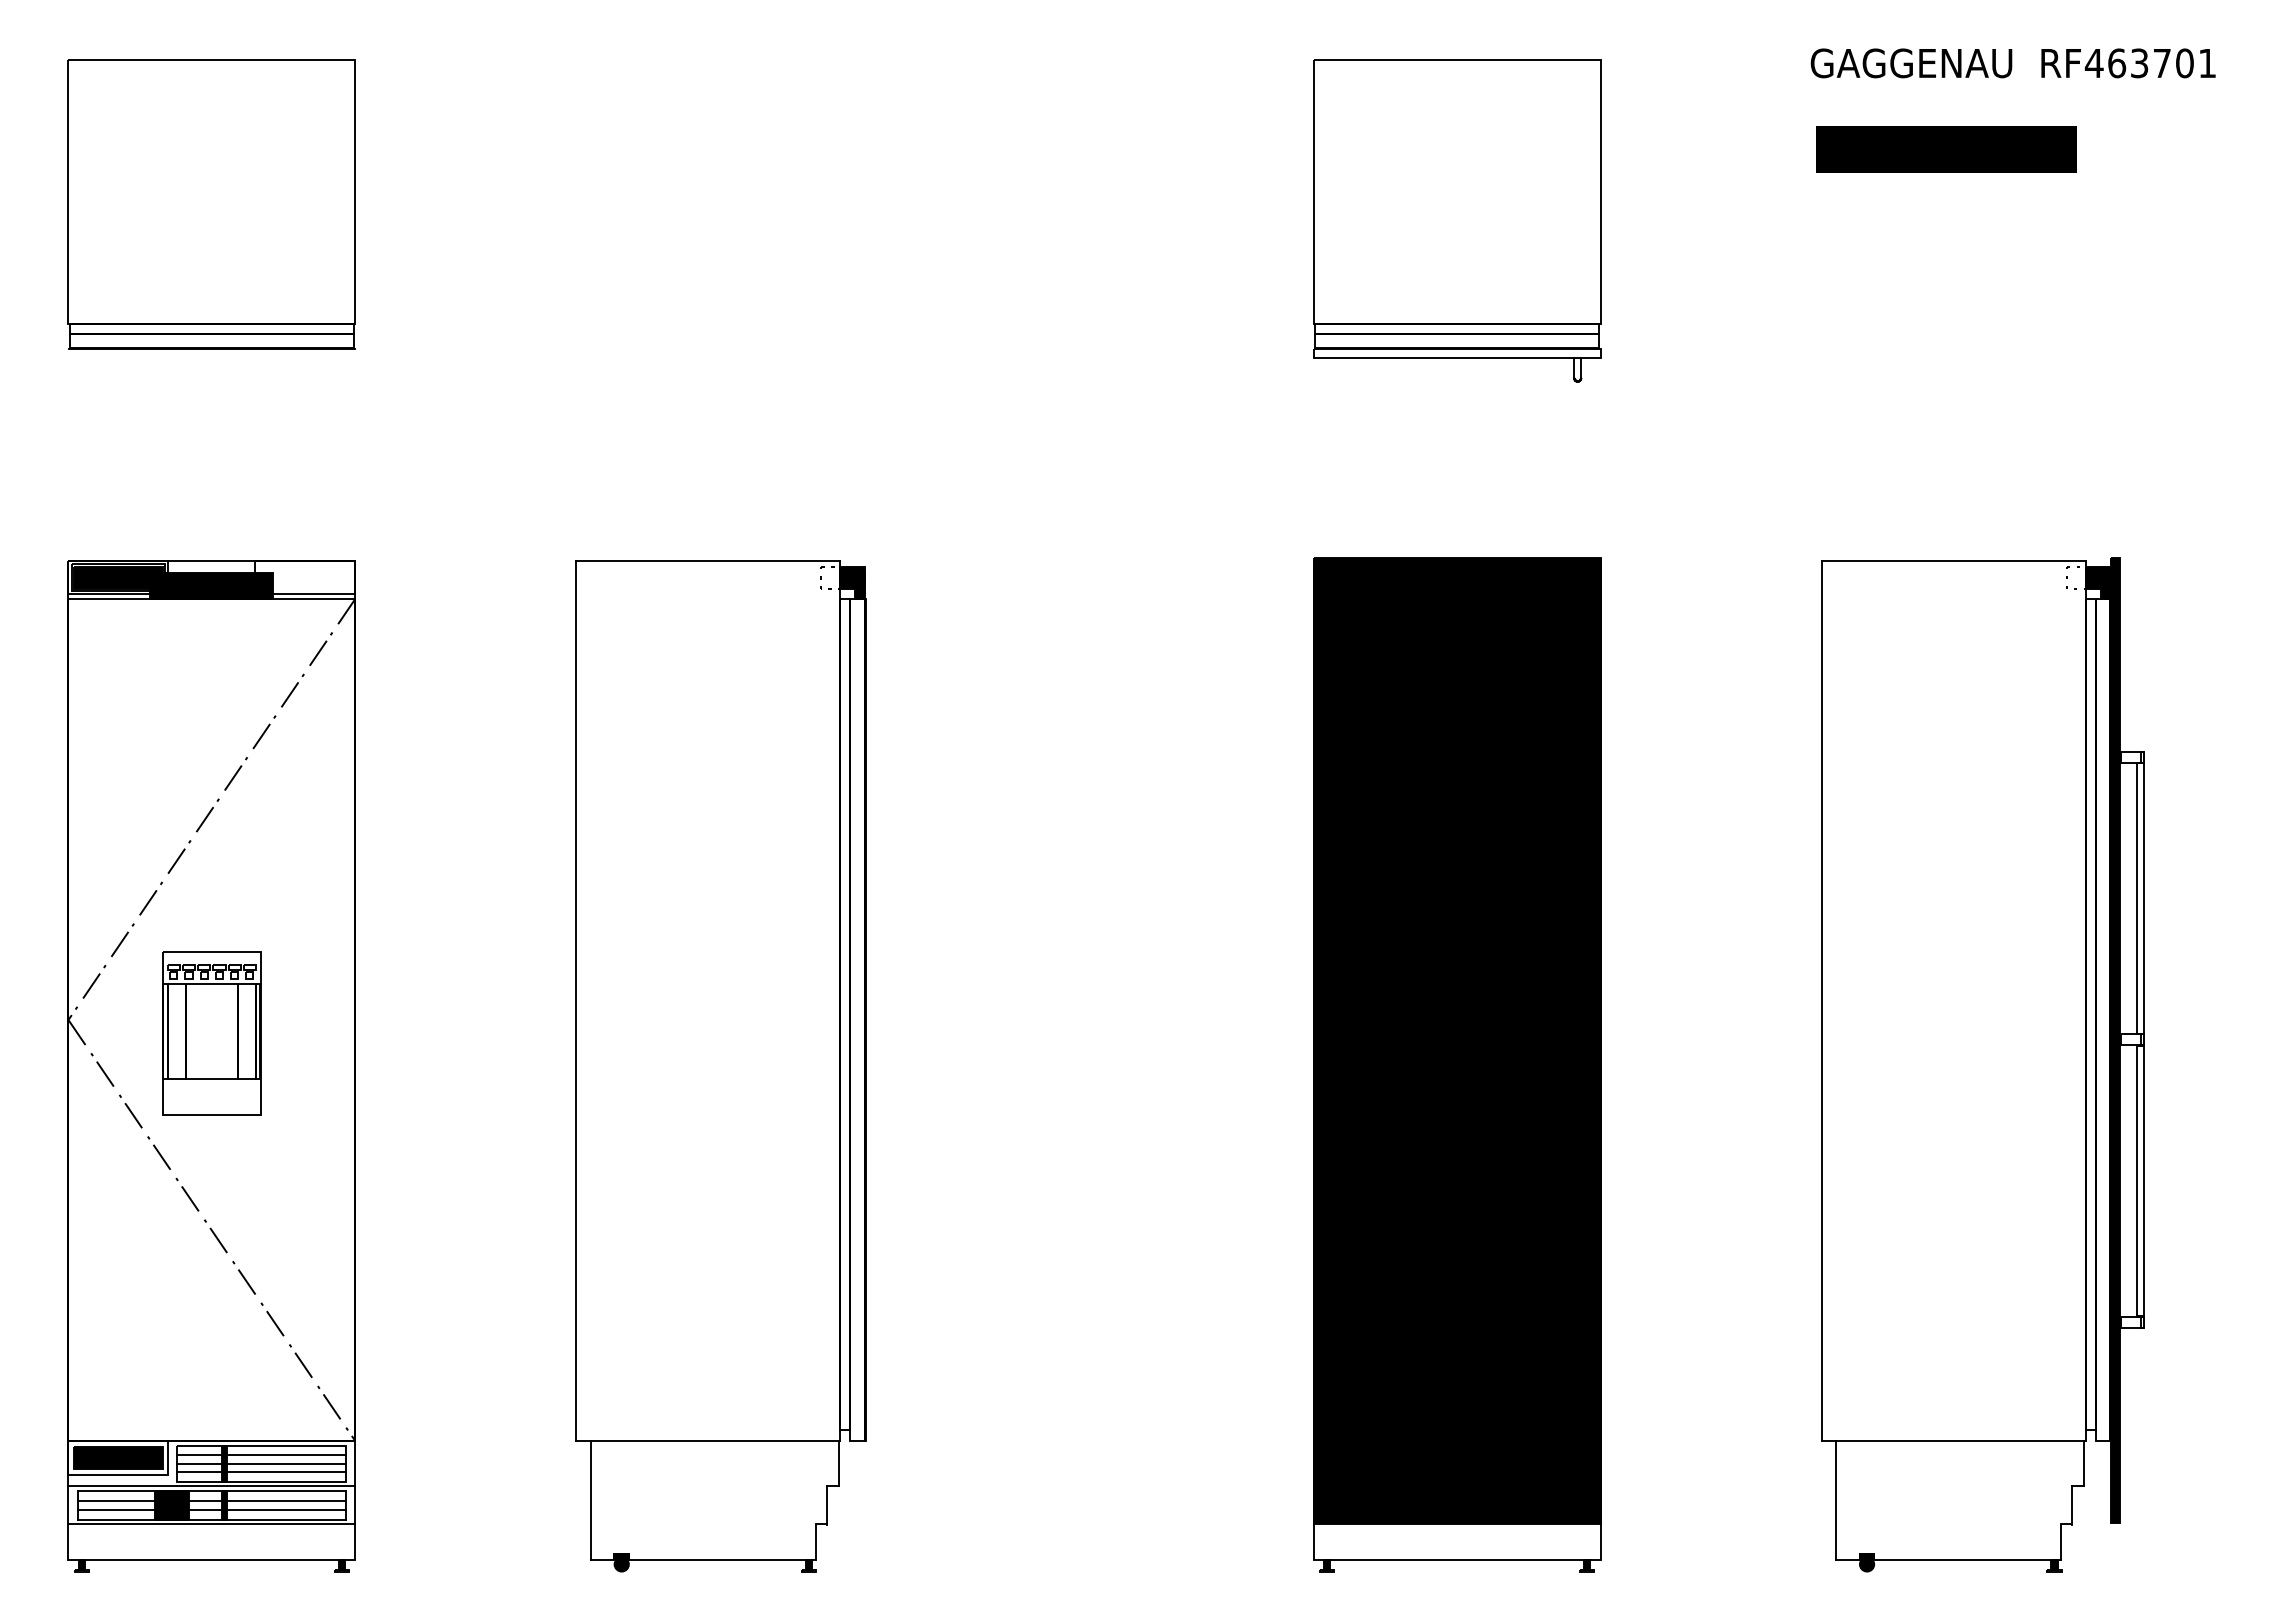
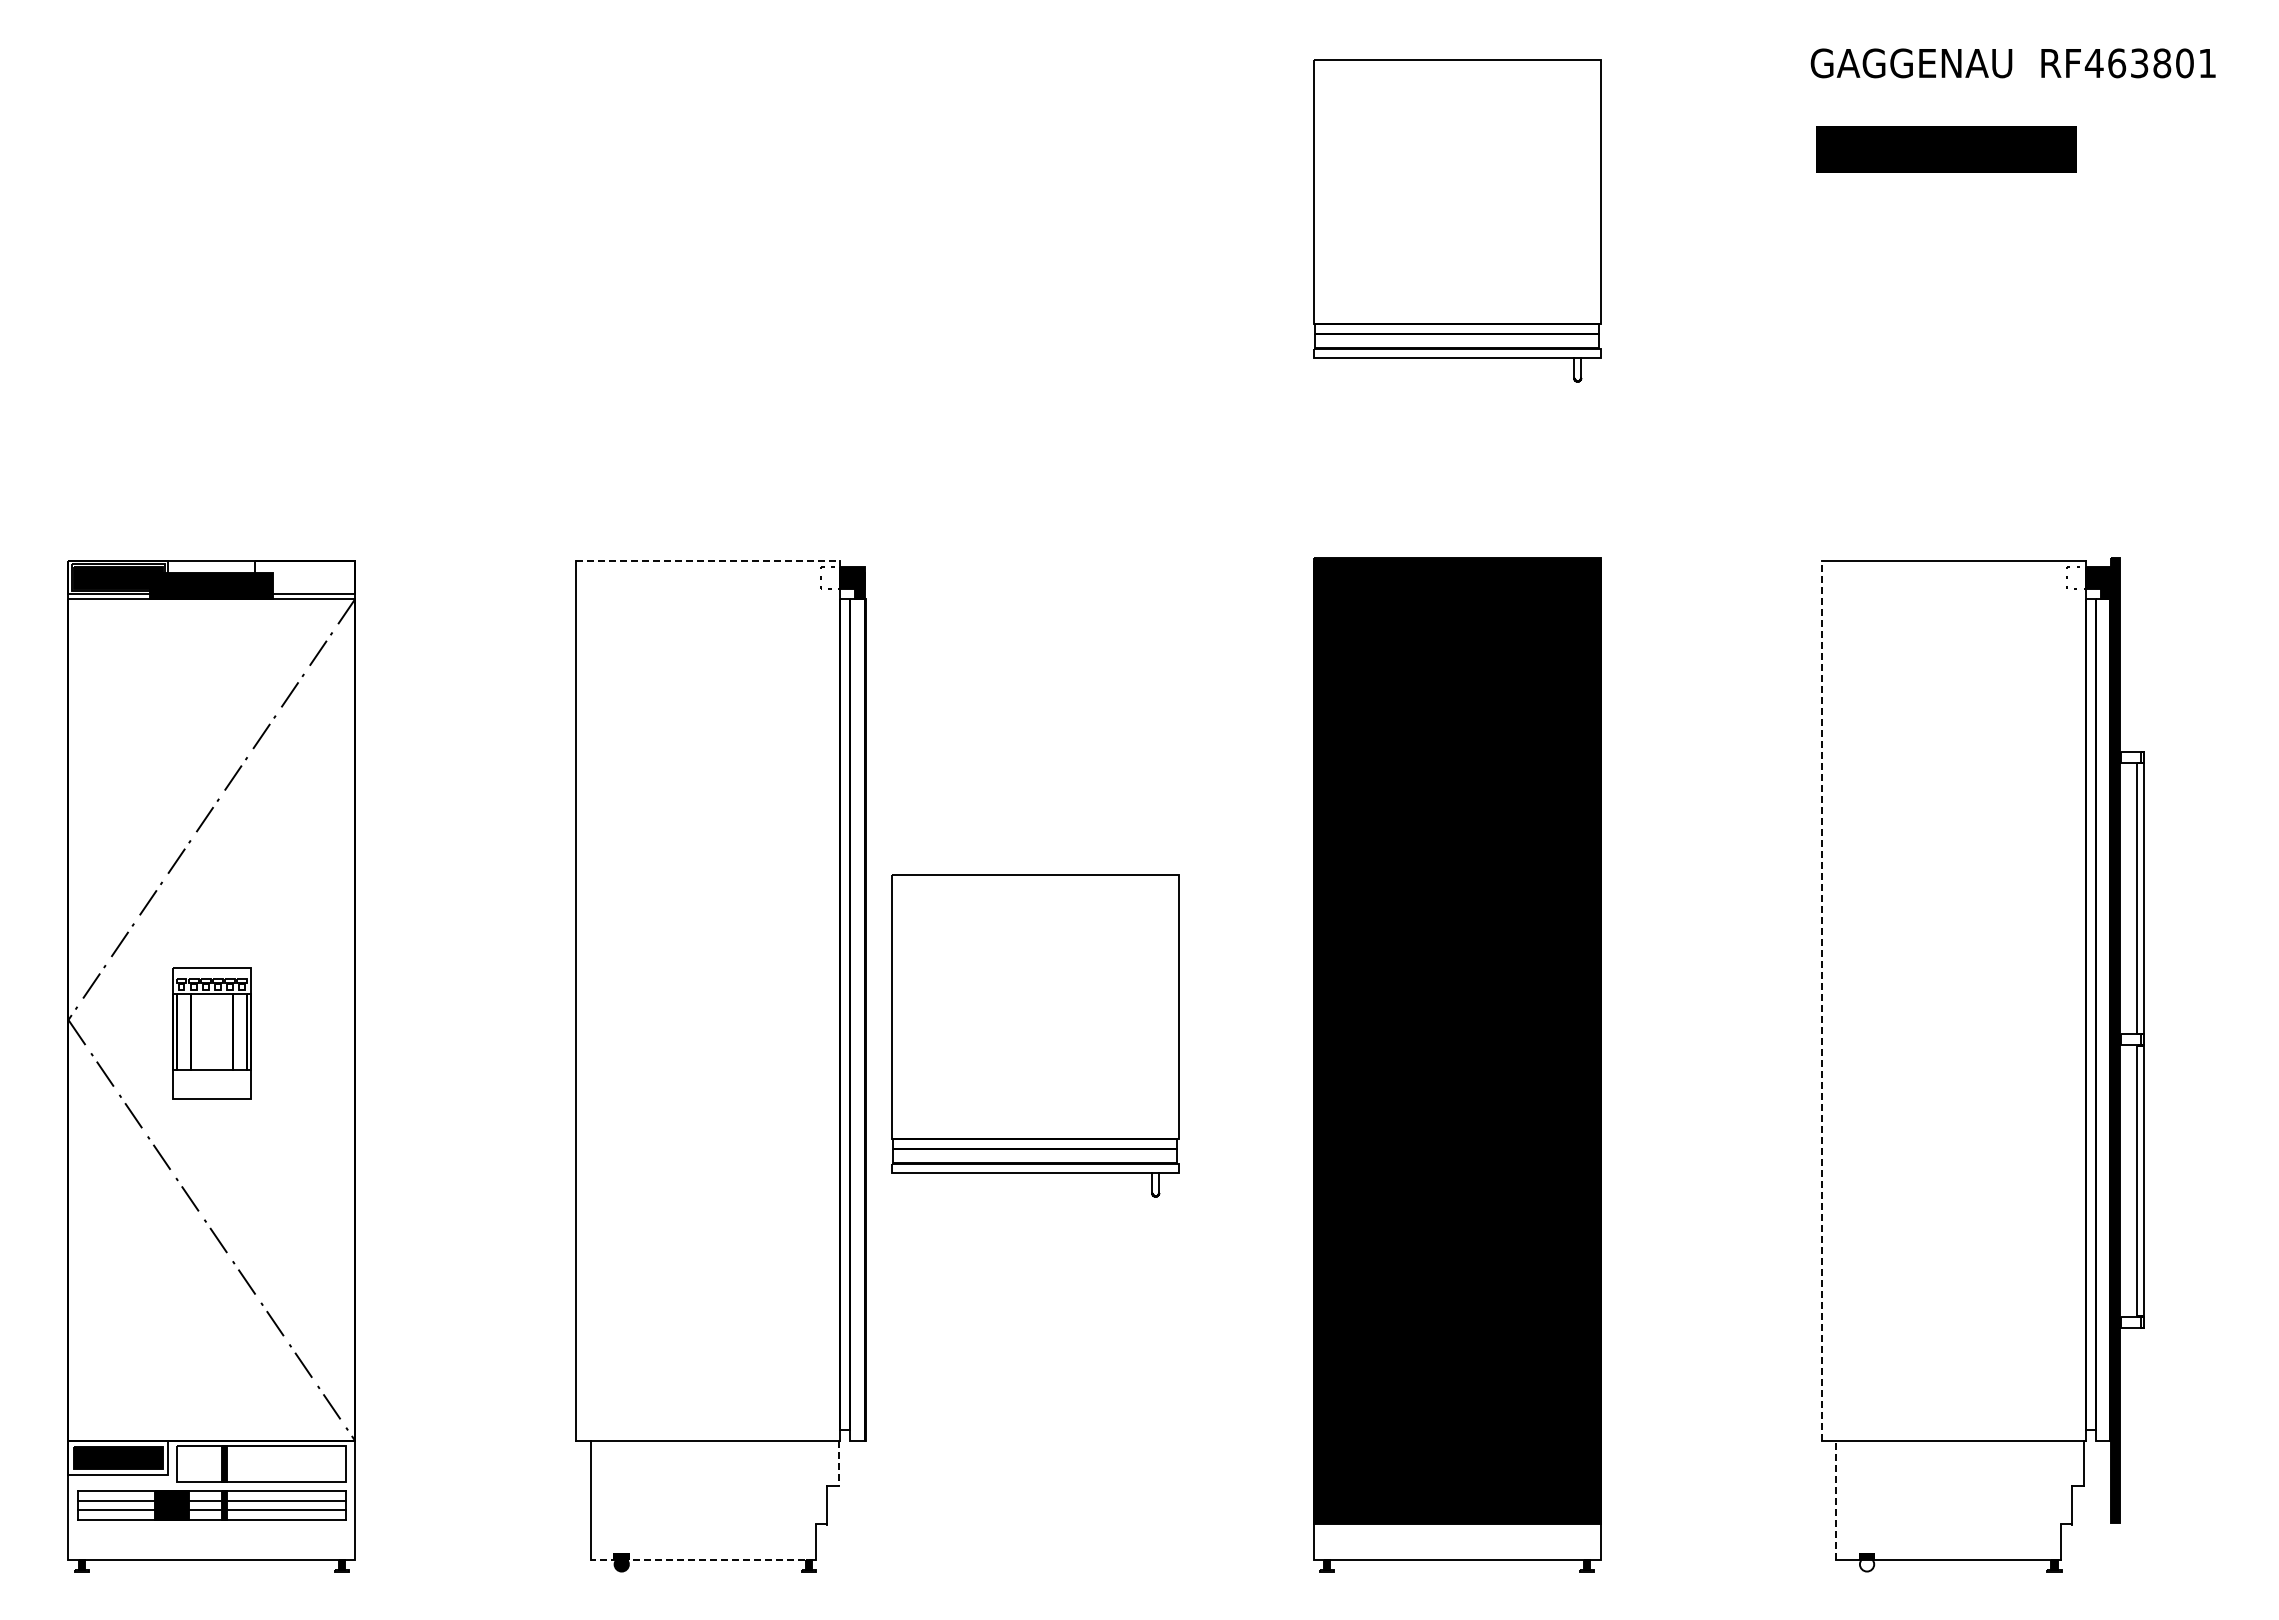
text at (2162, 63): RF463701 -> RF463801
part at (211, 204): present -> none
line at (708, 561): solid -> dashed
line at (1821, 1000): solid -> dashed
part at (211, 1033) size: 100x165 px -> 80x133 px
part at (1035, 1035): none -> present
line at (260, 1454): present -> none
line at (260, 1463): present -> none
line at (838, 1463): solid -> dashed
line at (260, 1472): present -> none
line at (211, 1486): present -> none
line at (1836, 1500): solid -> dashed
line at (211, 1524): present -> none
line at (702, 1560): solid -> dashed
fill at (1866, 1564): present -> none
